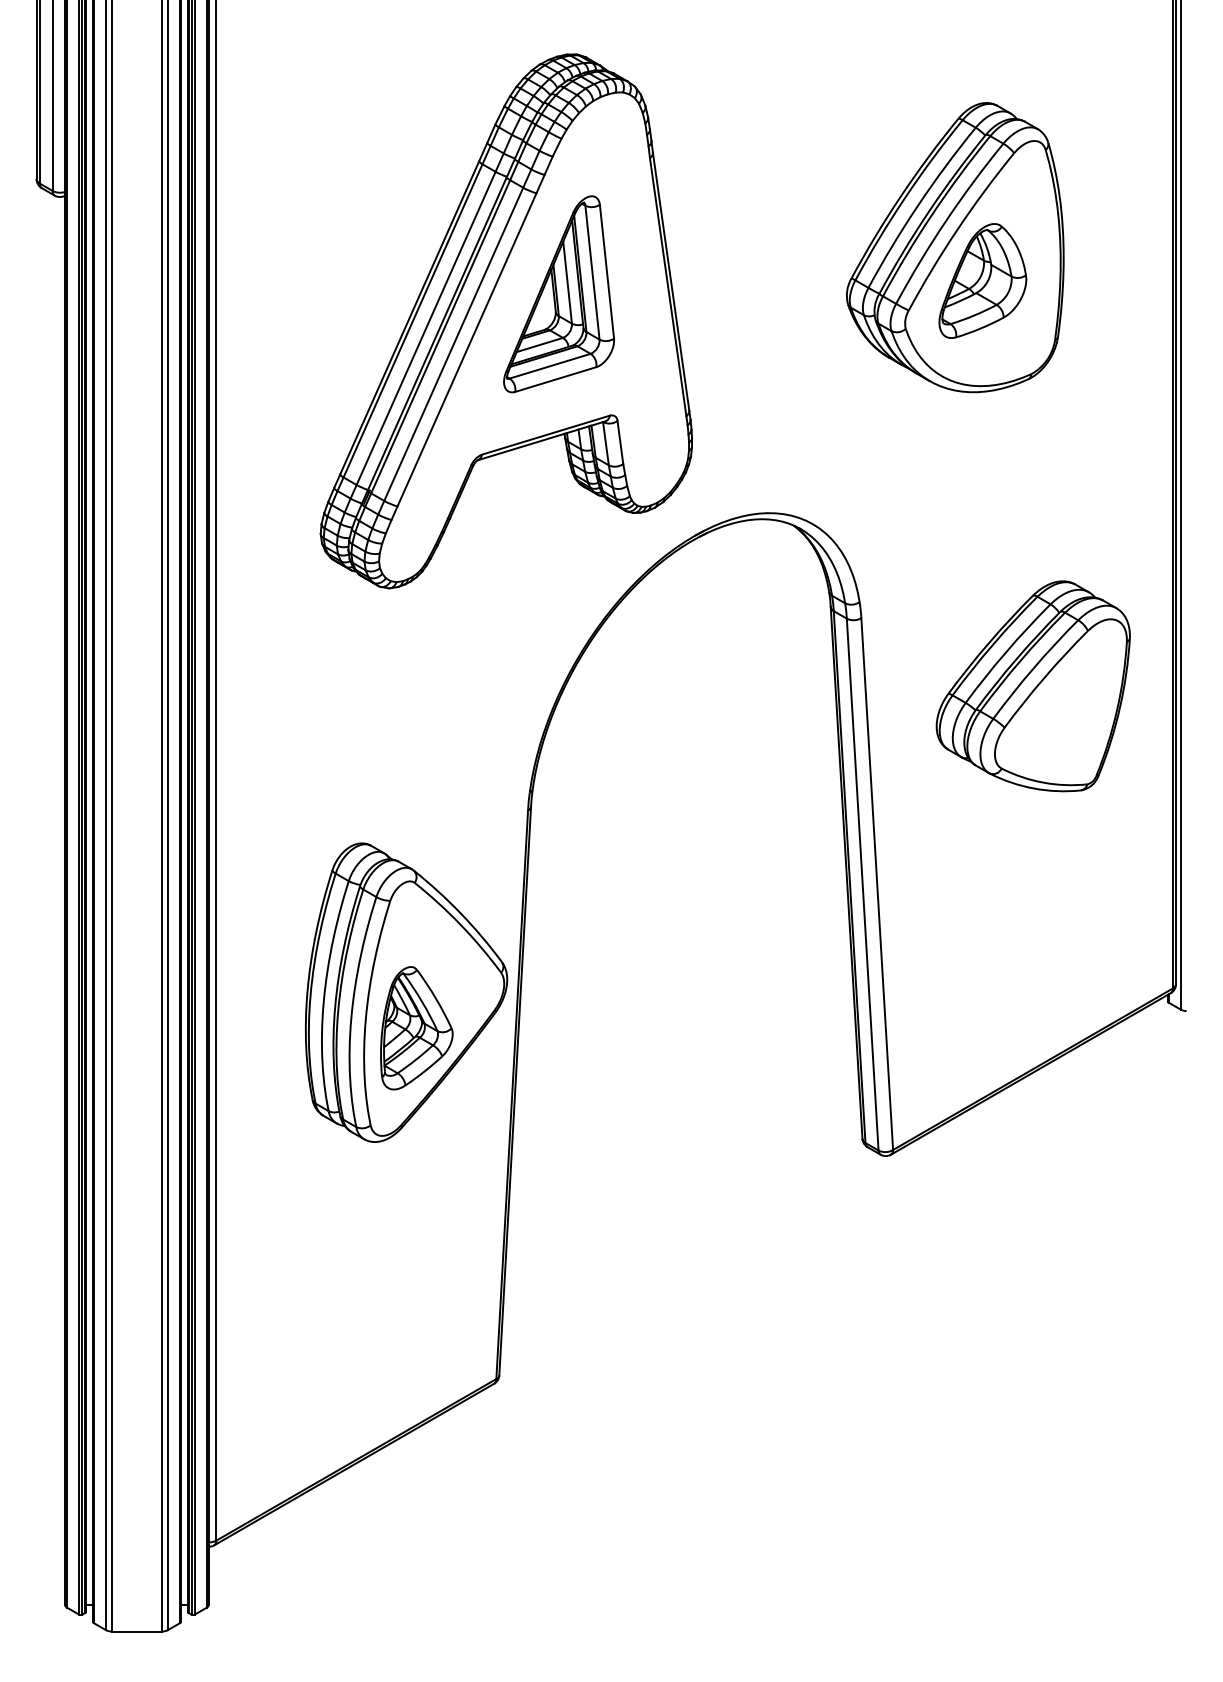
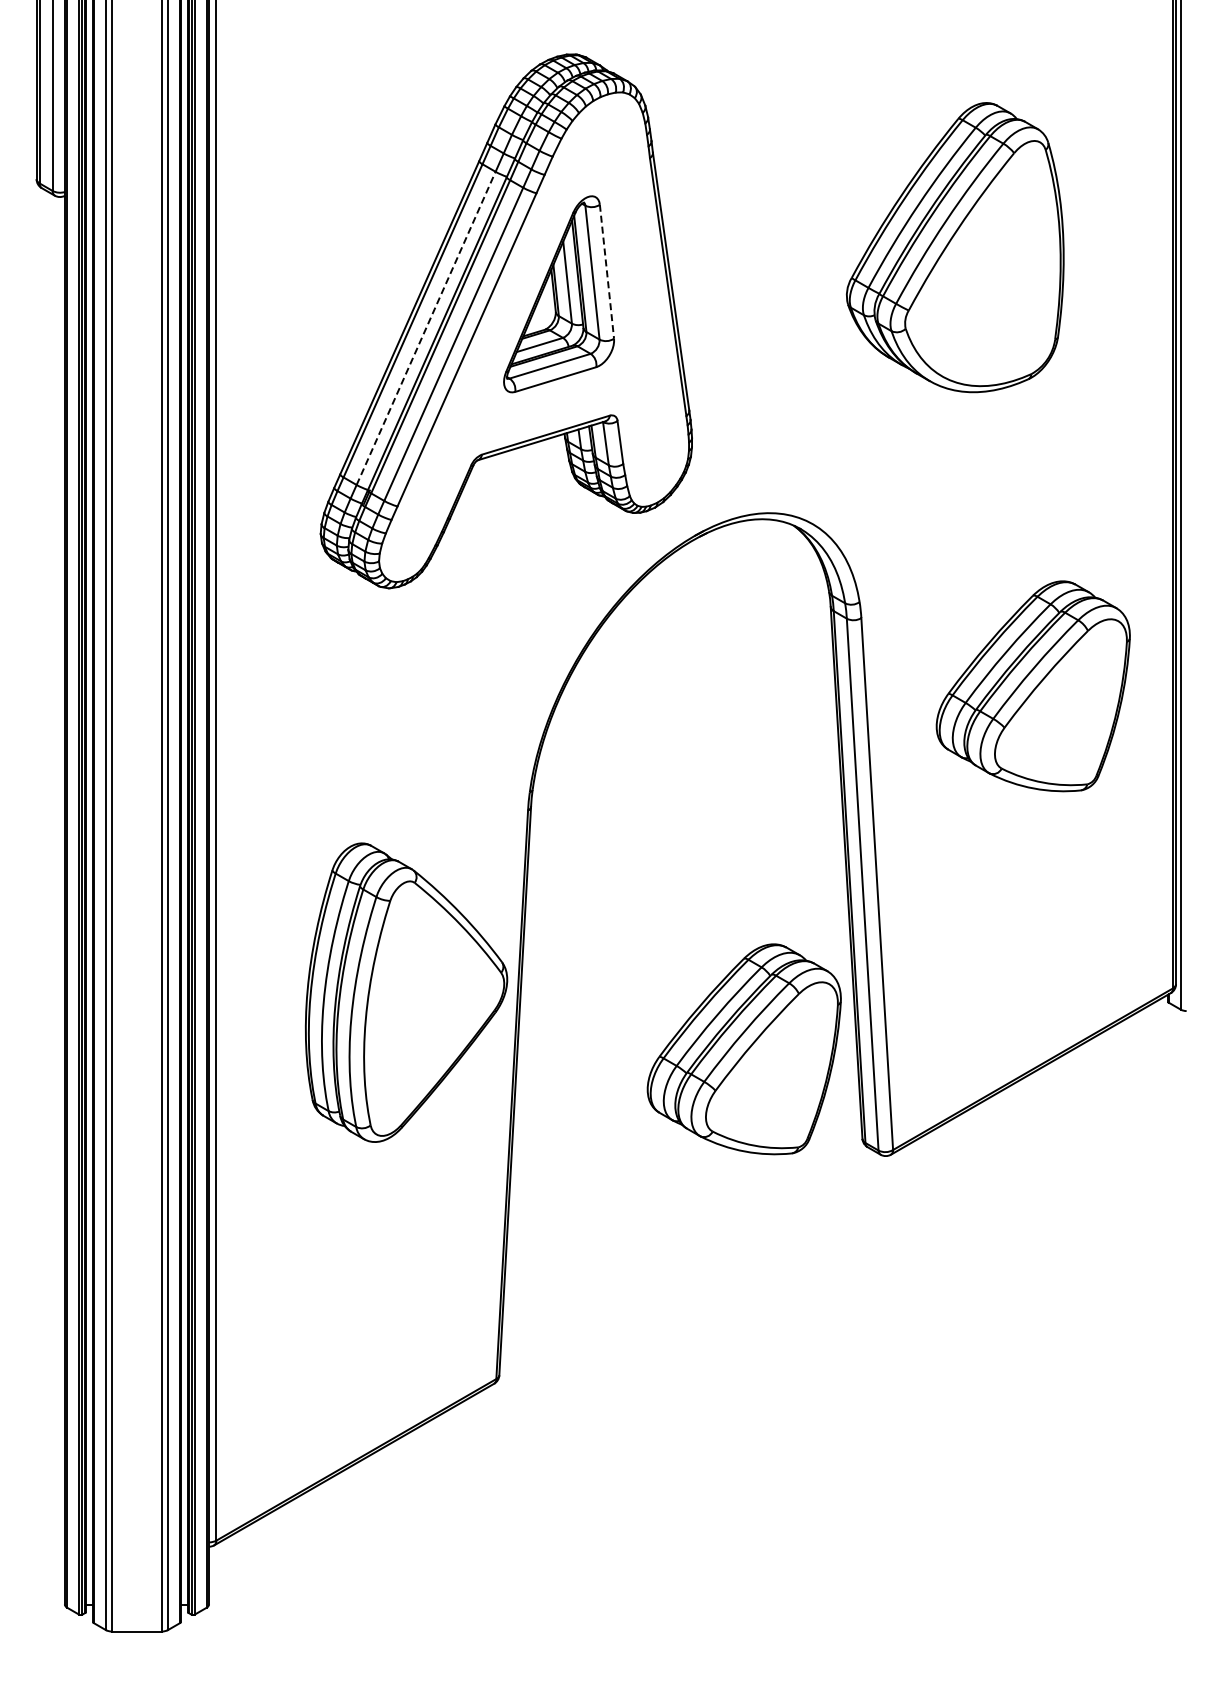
line at (607, 272): solid -> dashed
part at (982, 280): present -> none
line at (426, 327): solid -> dashed
part at (416, 1028): present -> none
part at (743, 1049): none -> present
